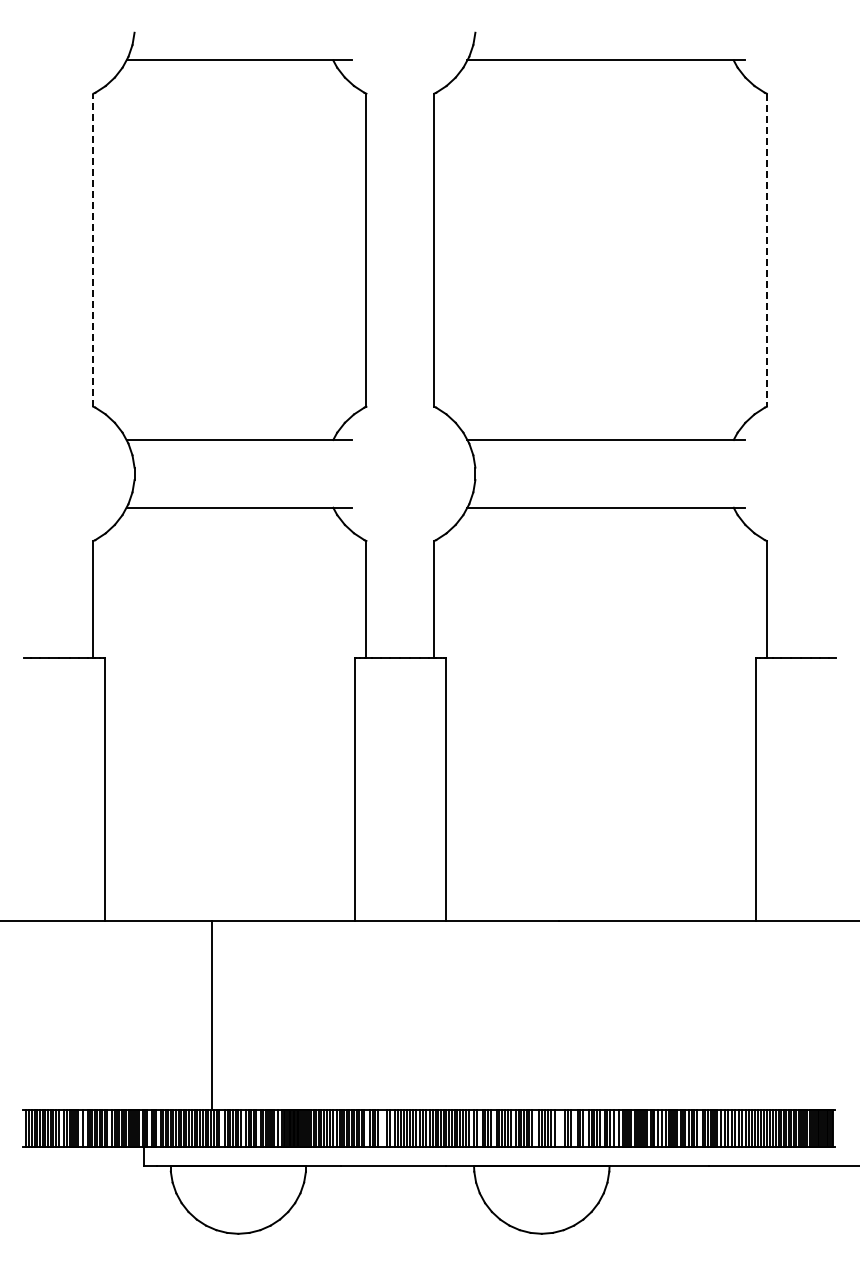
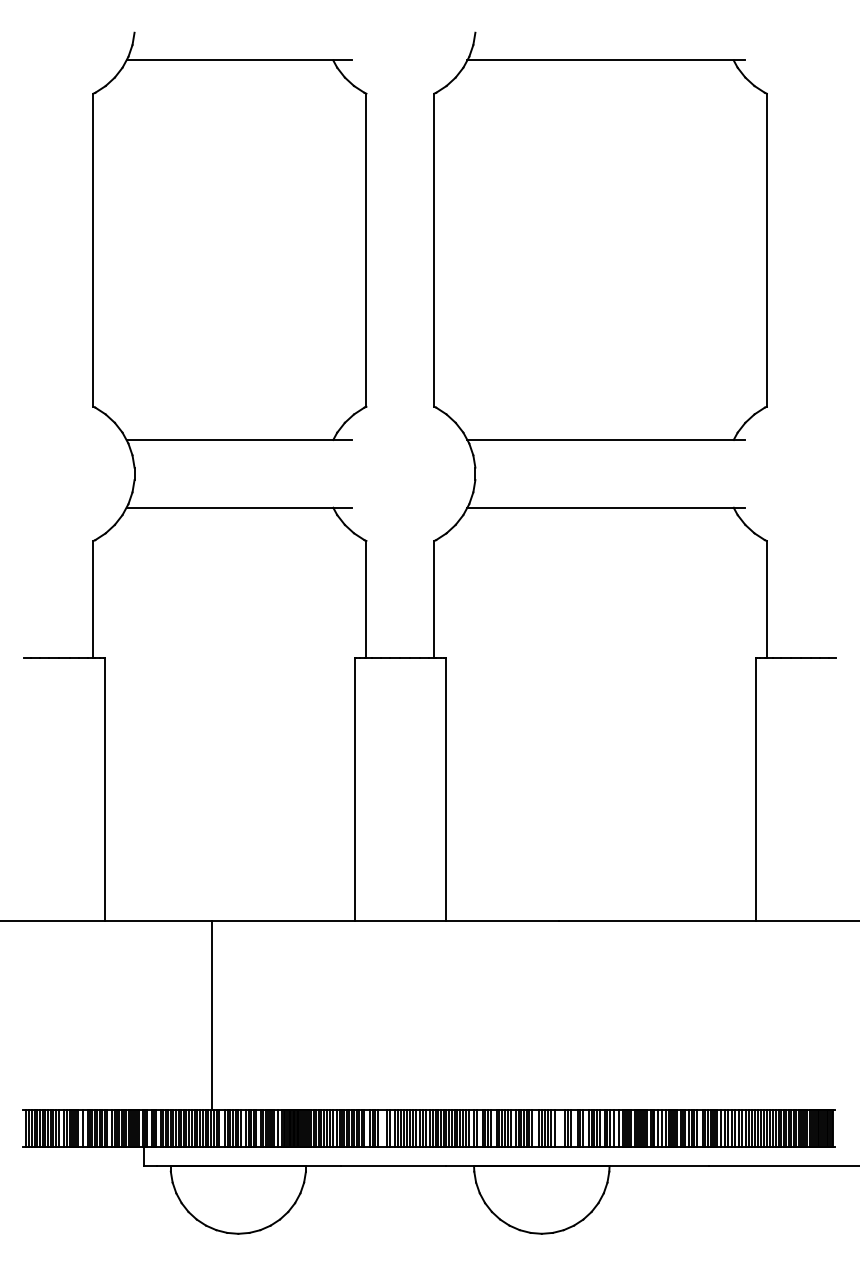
line at (93, 250): dashed -> solid
line at (766, 250): dashed -> solid
